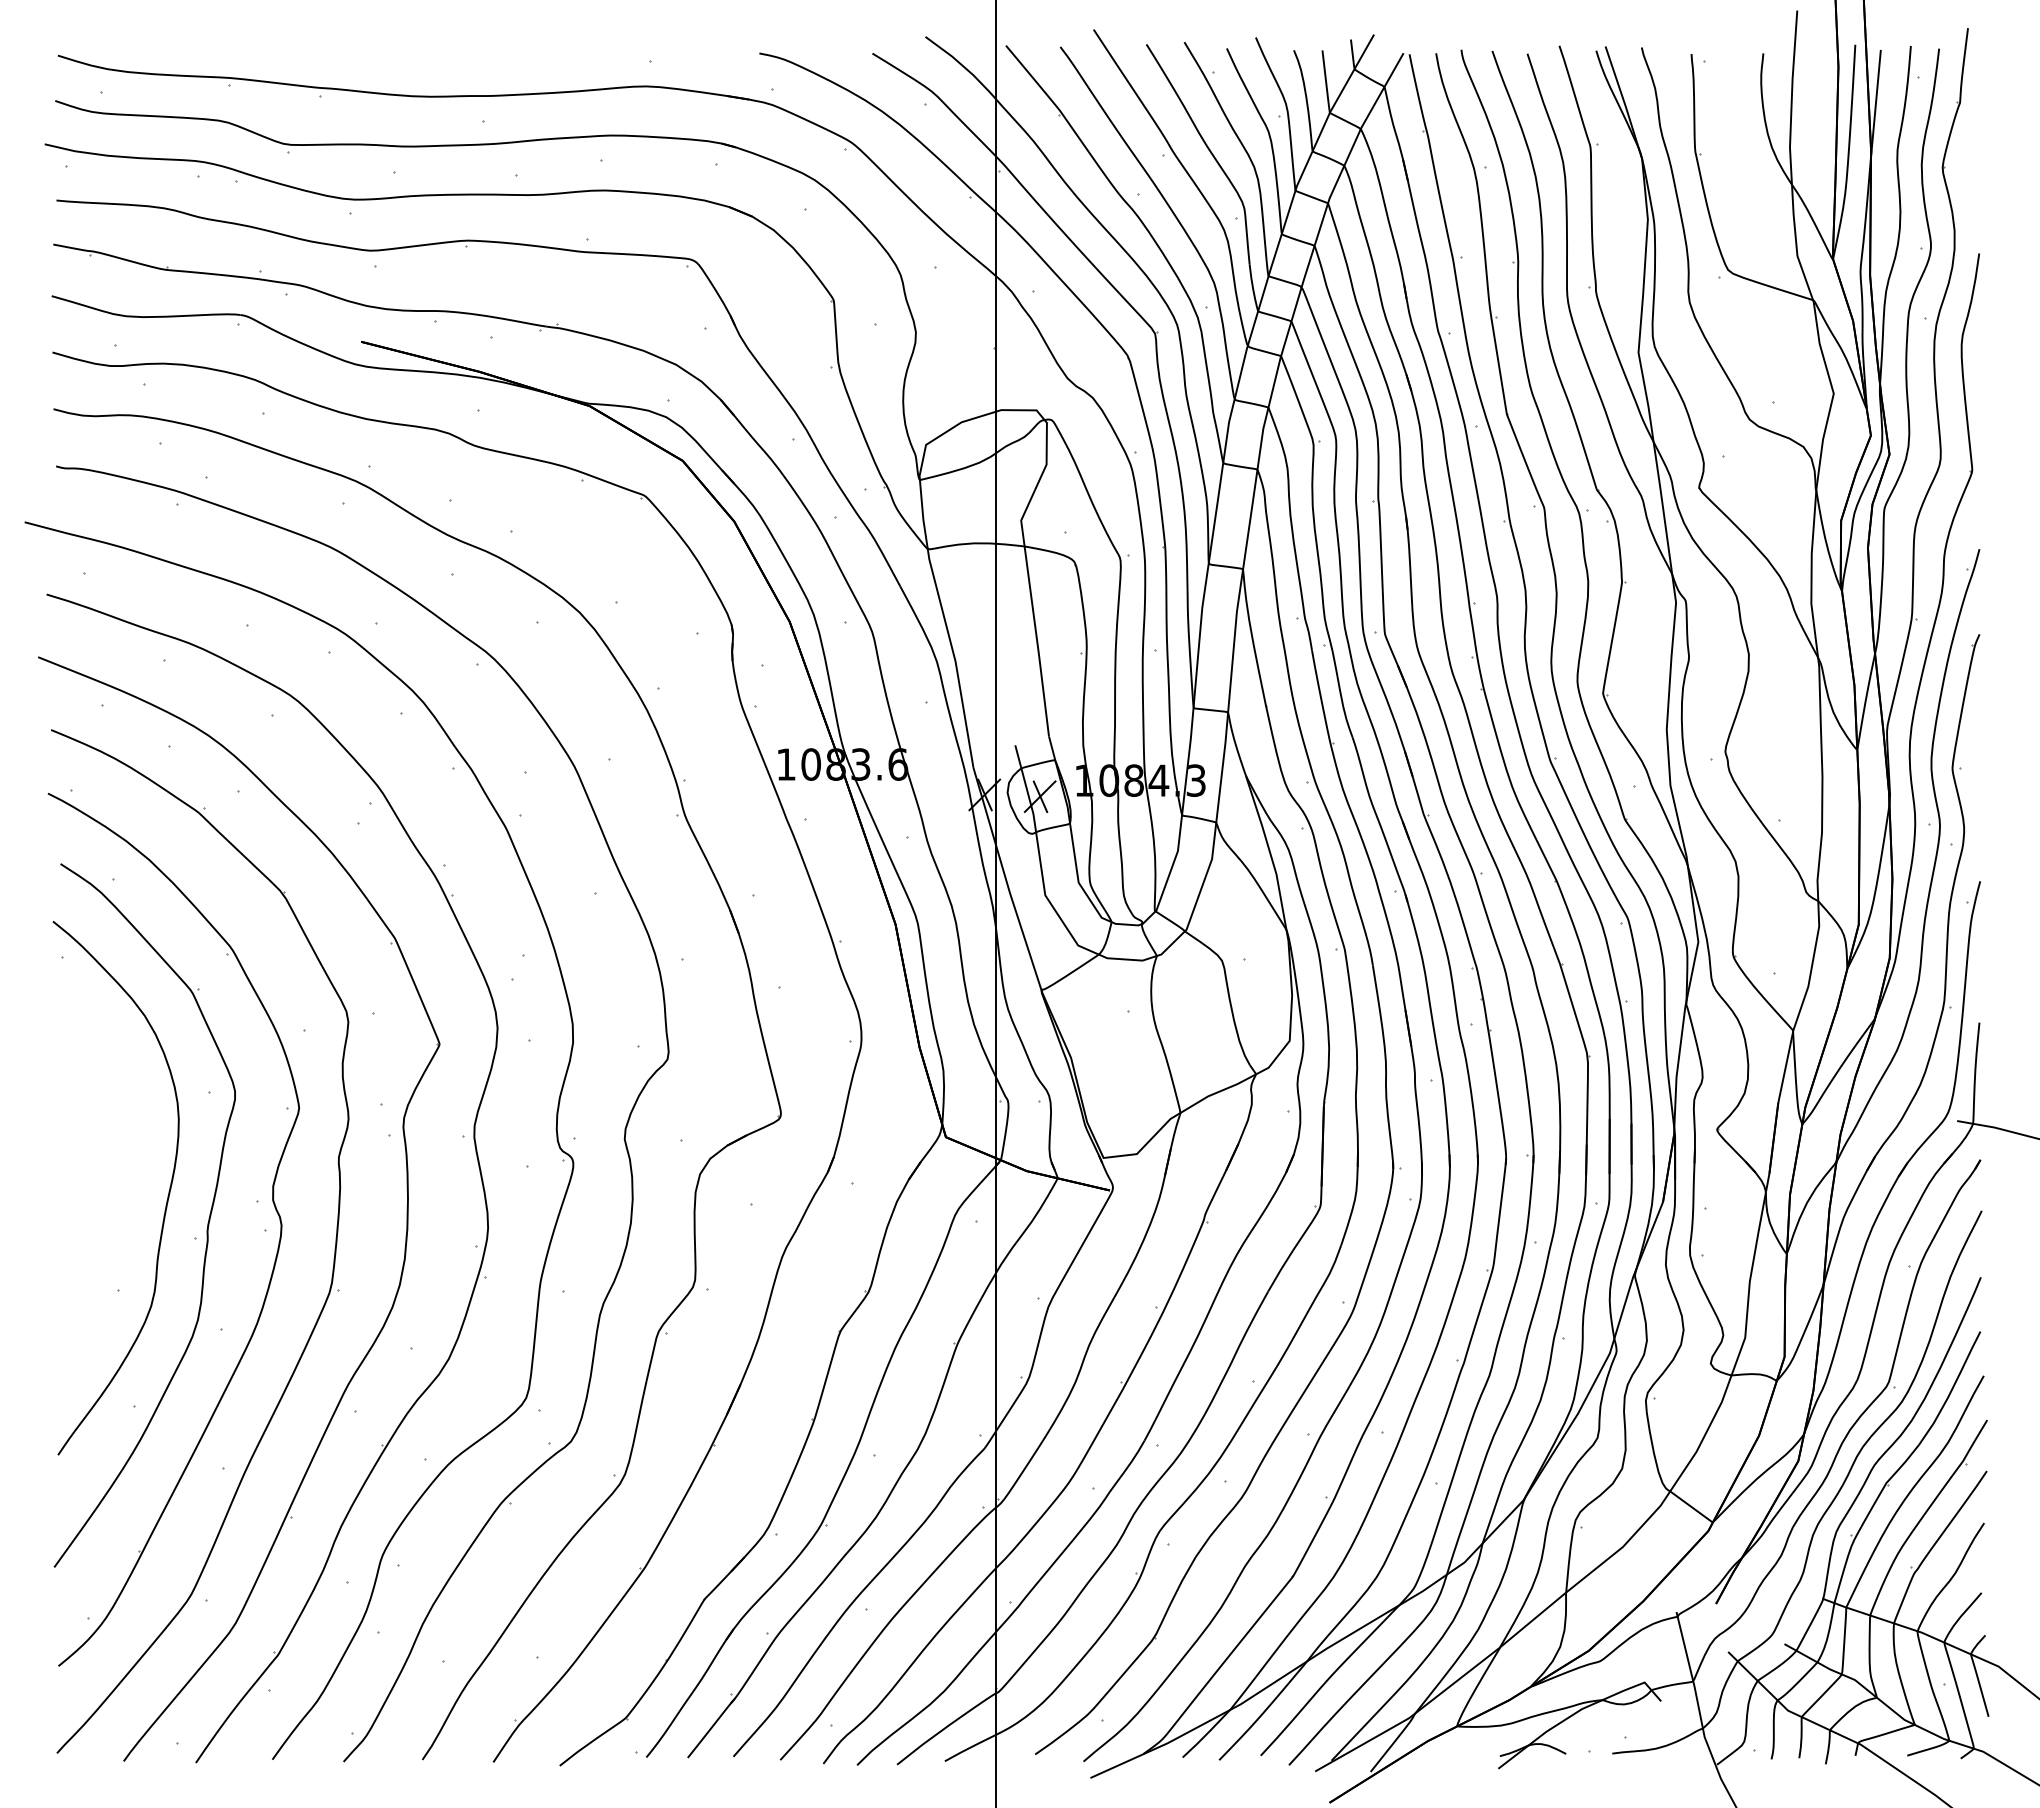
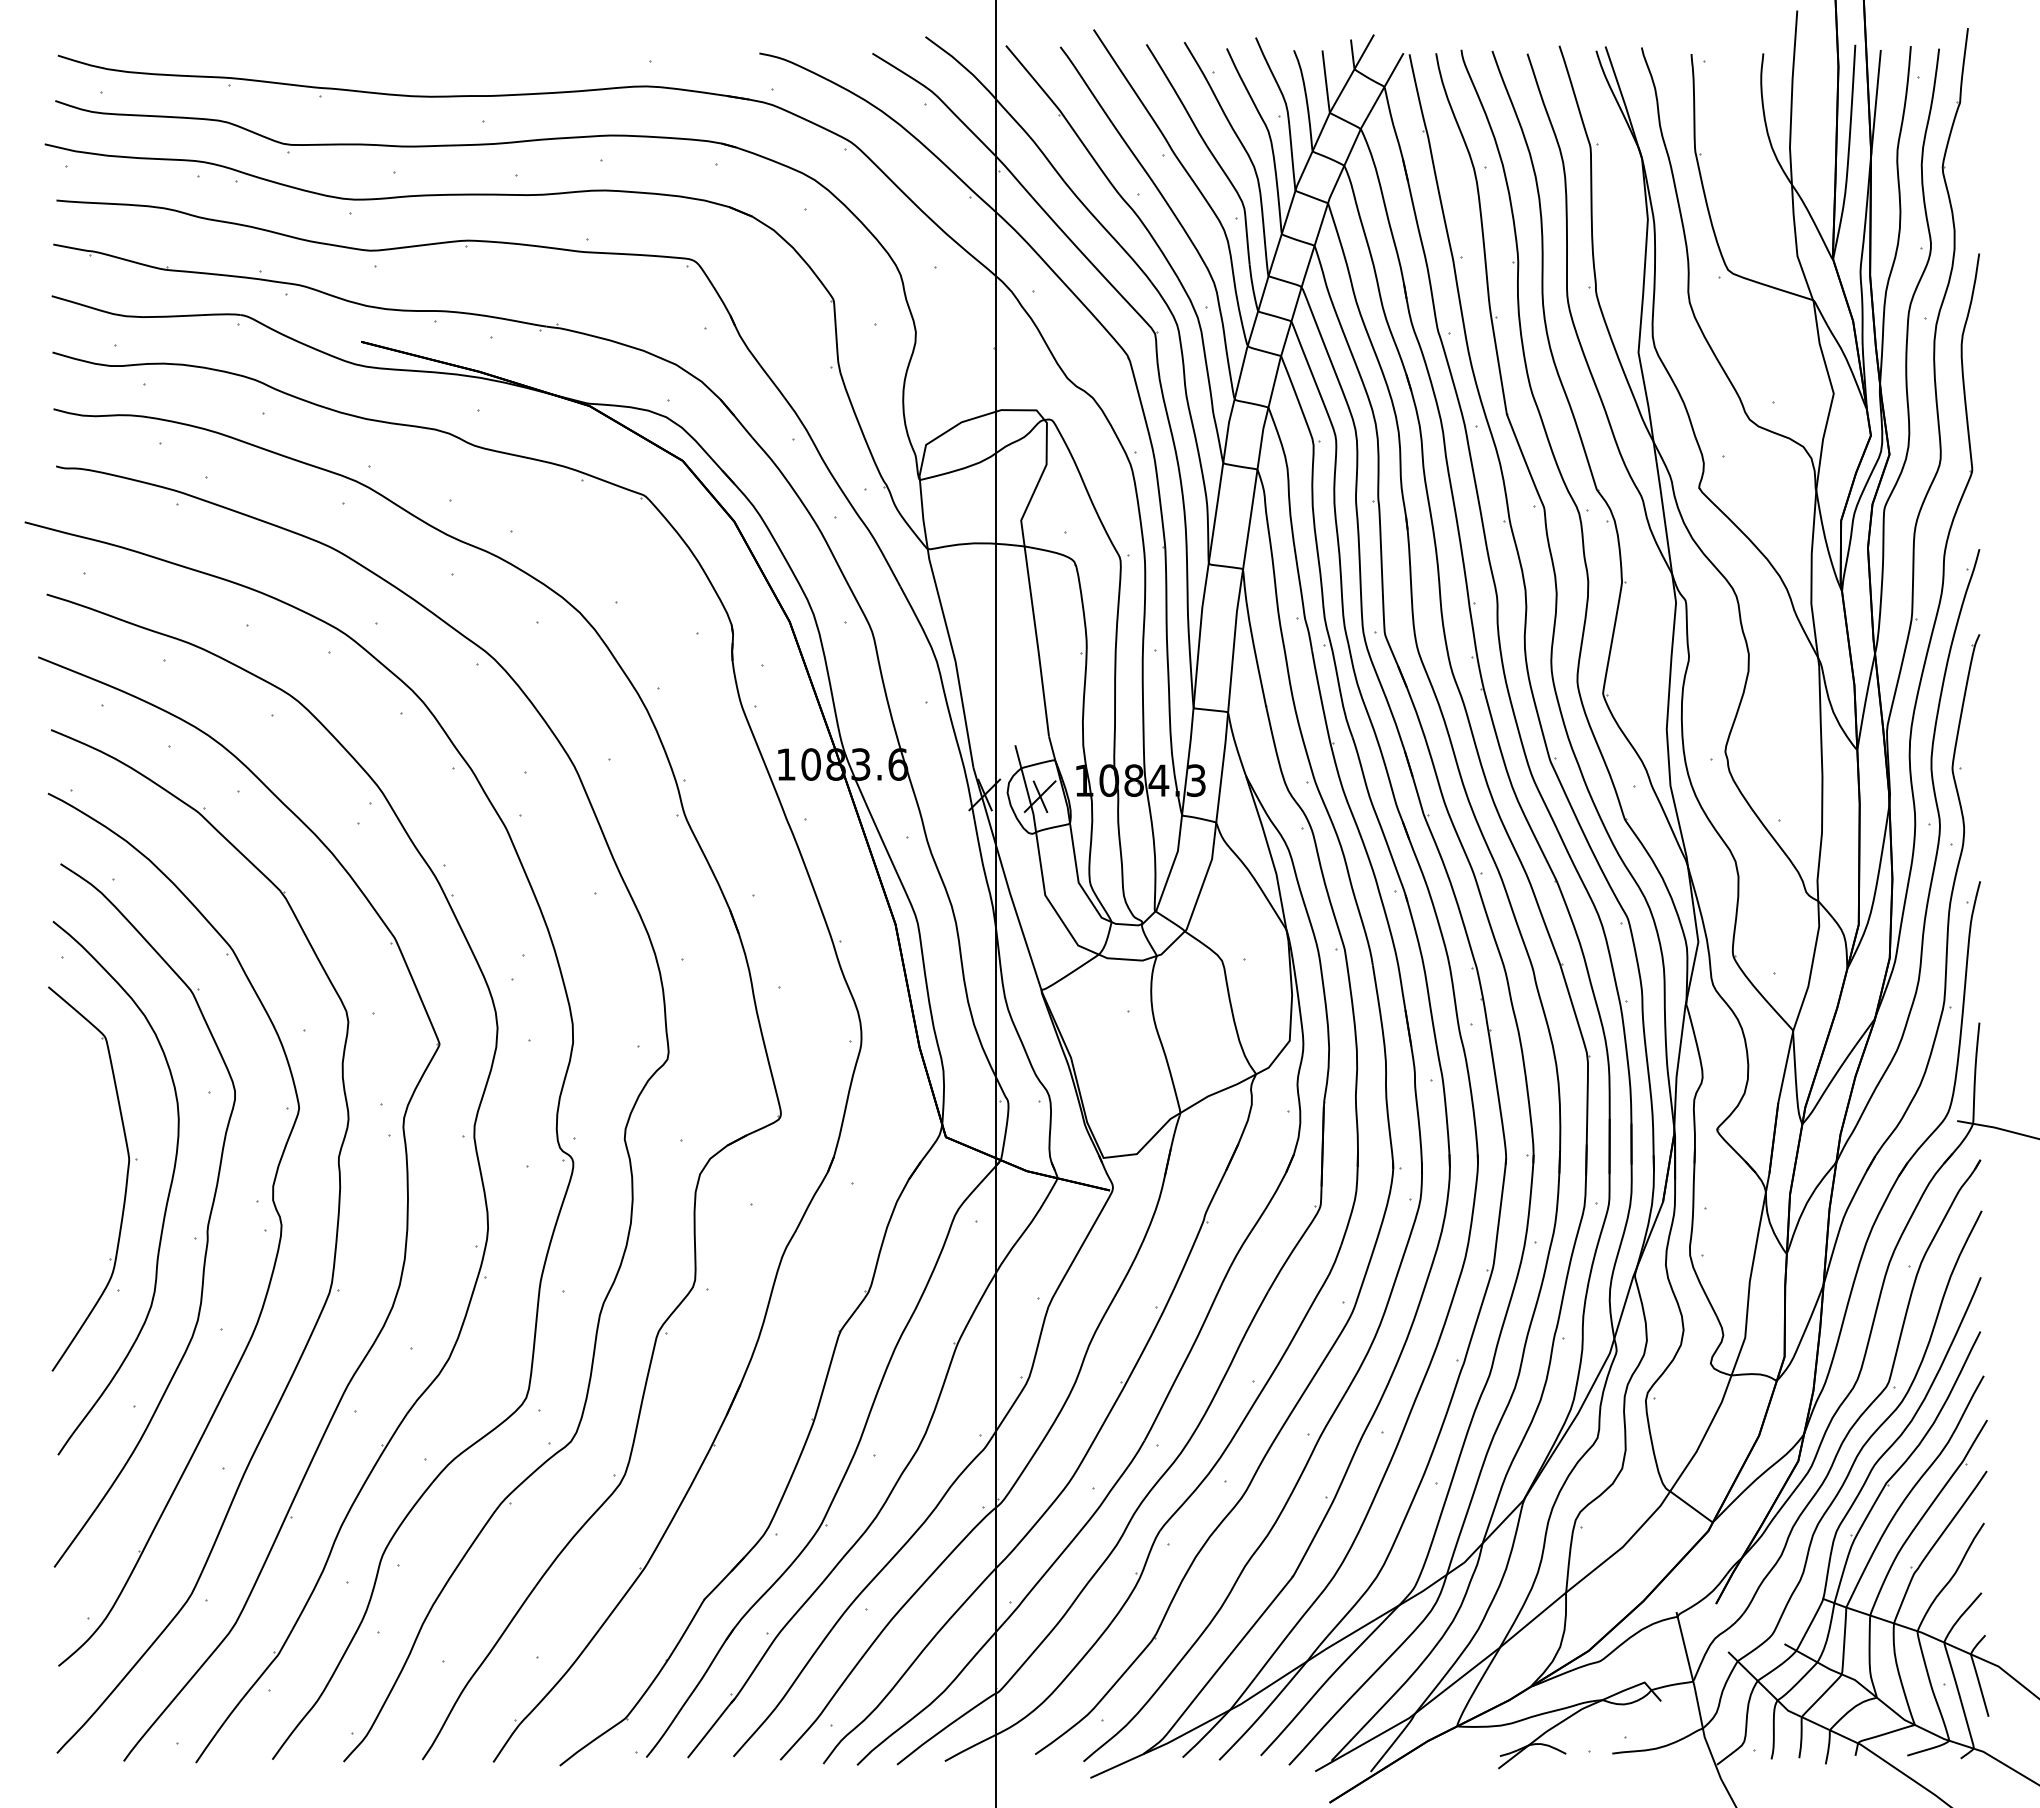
part at (125, 1183): none -> present
